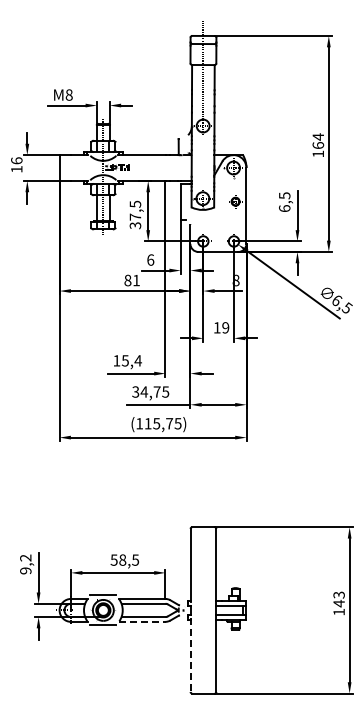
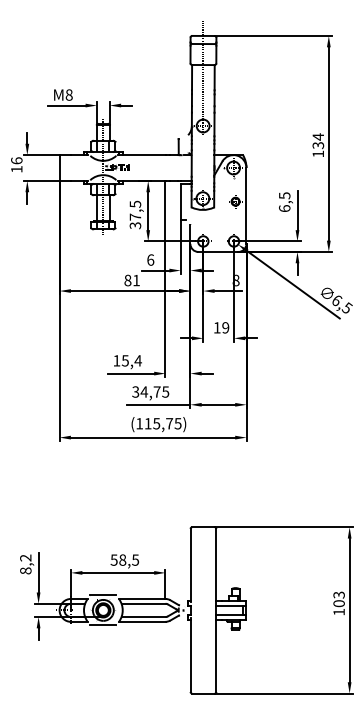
text at (318, 145): 164 -> 134
text at (25, 570): 9,2 -> 8,2
text at (338, 603): 143 -> 103
line at (142, 621): dashed -> solid
line at (190, 655): dashed -> solid
